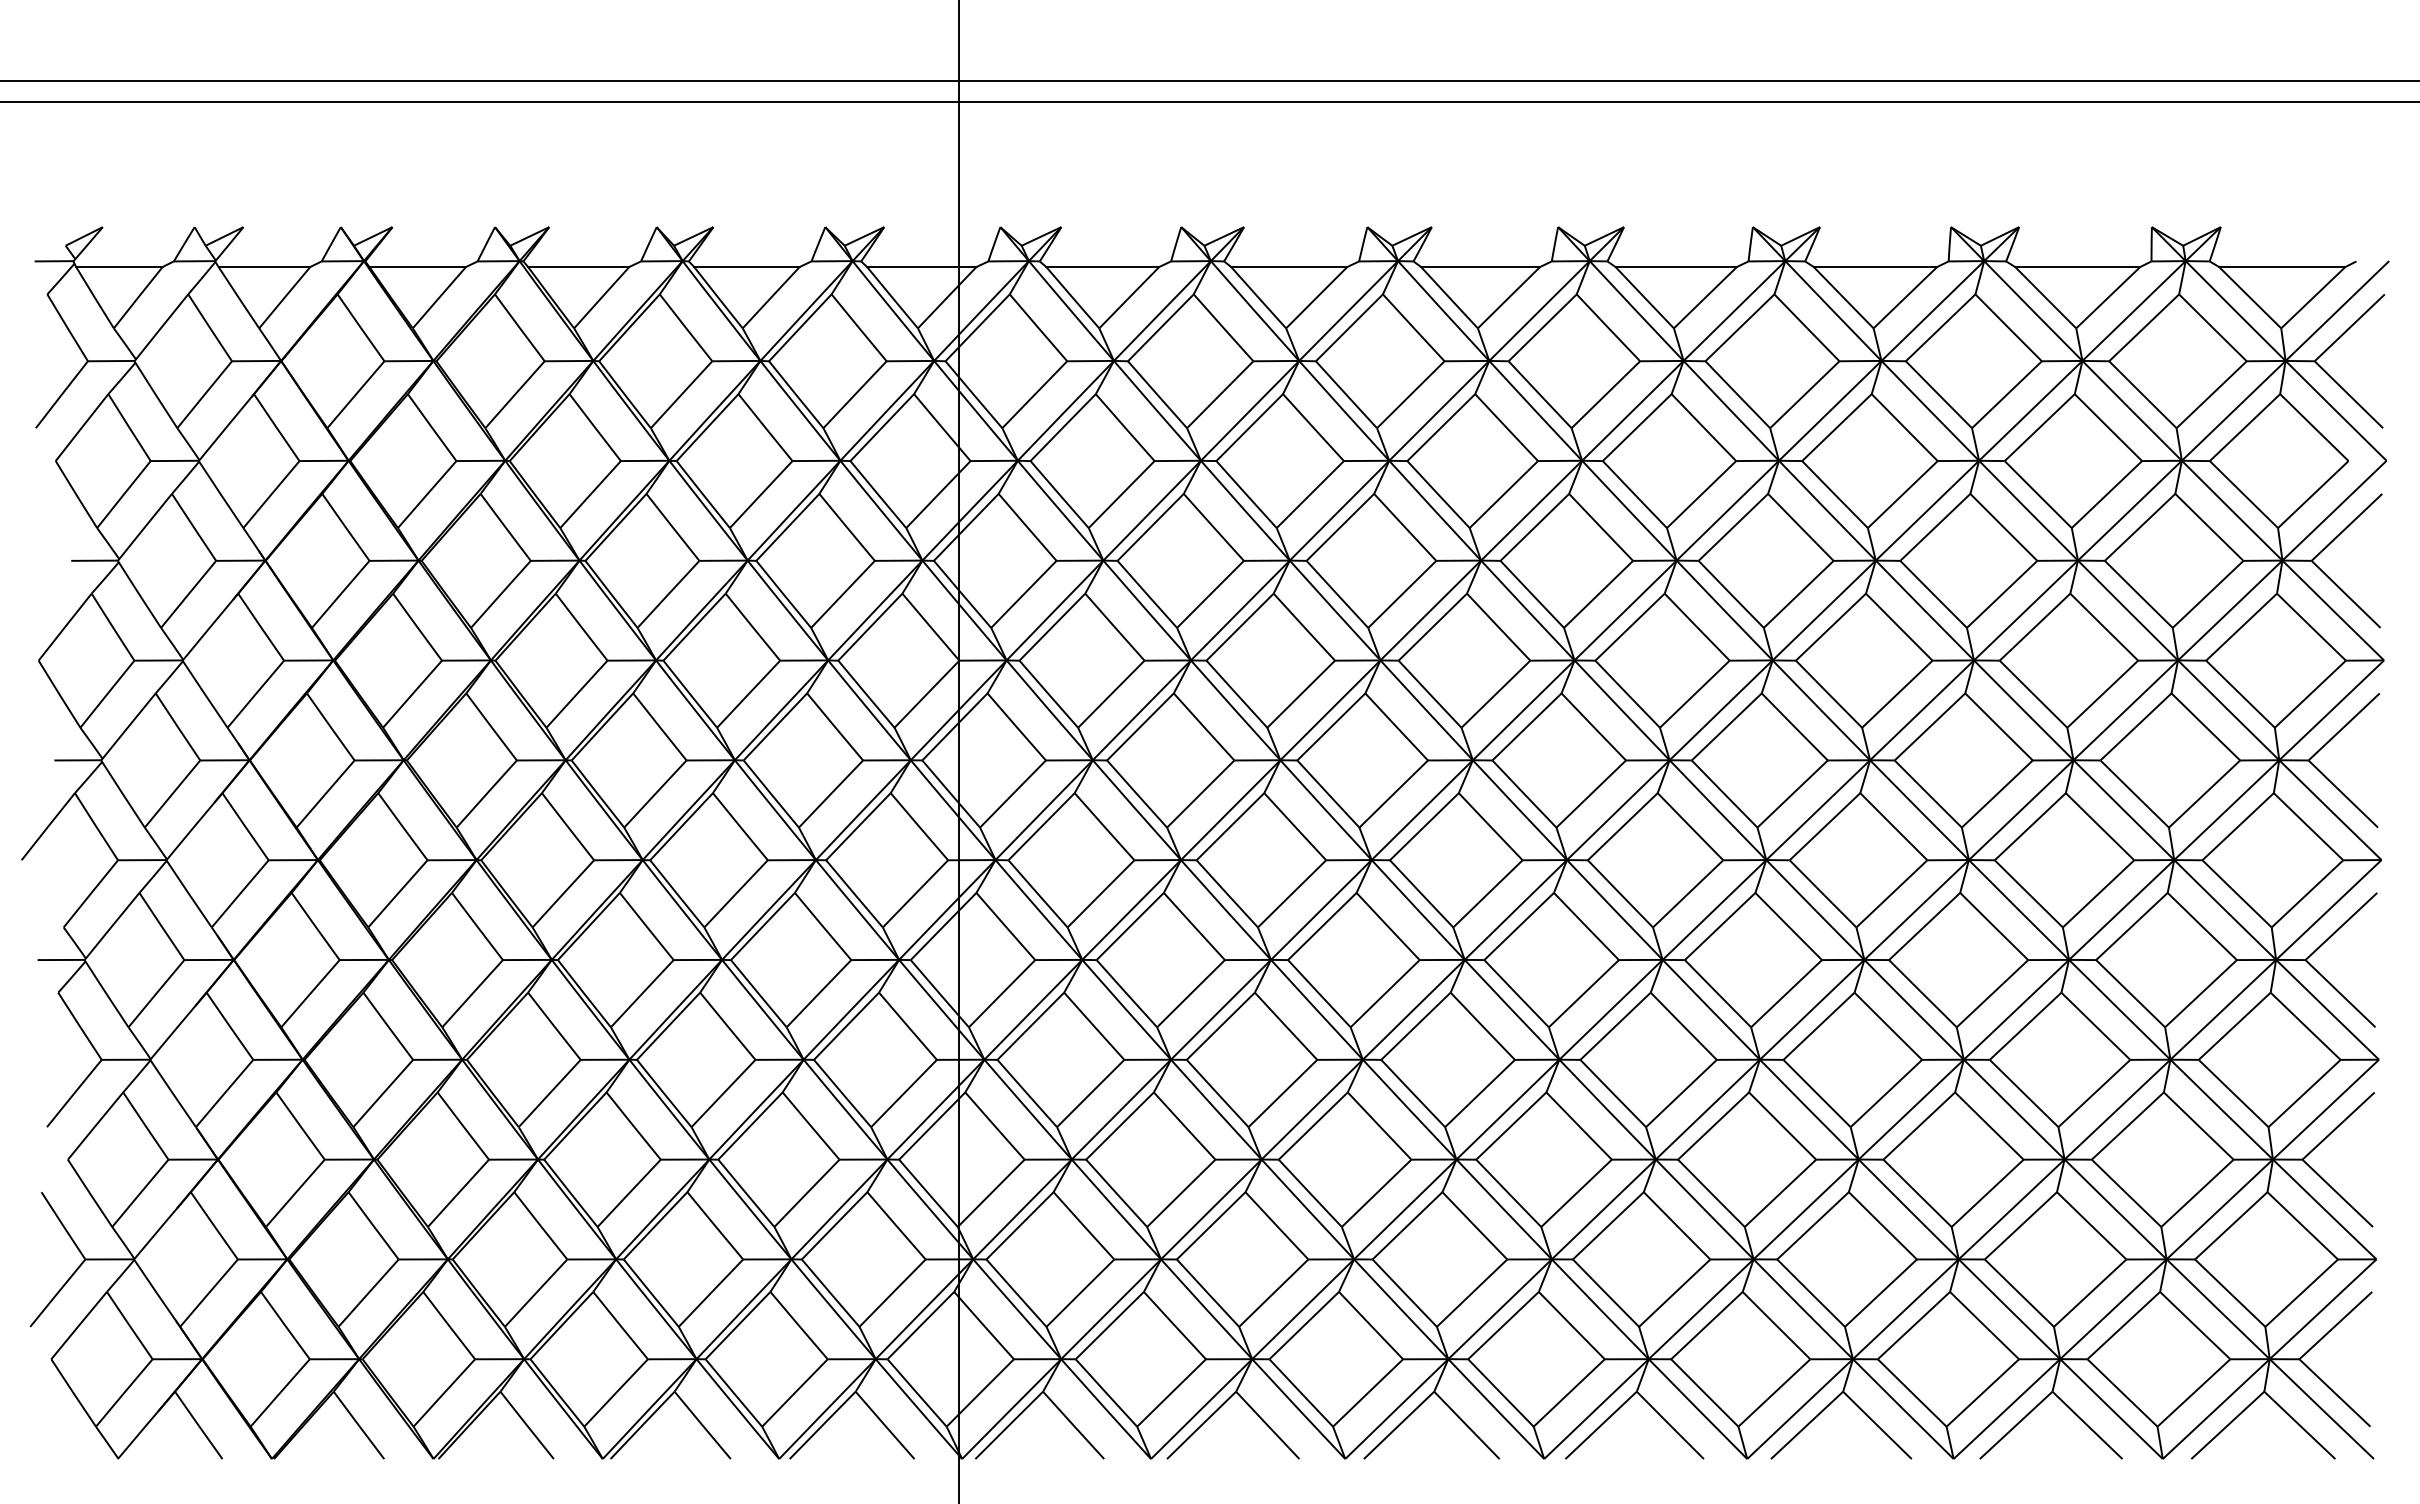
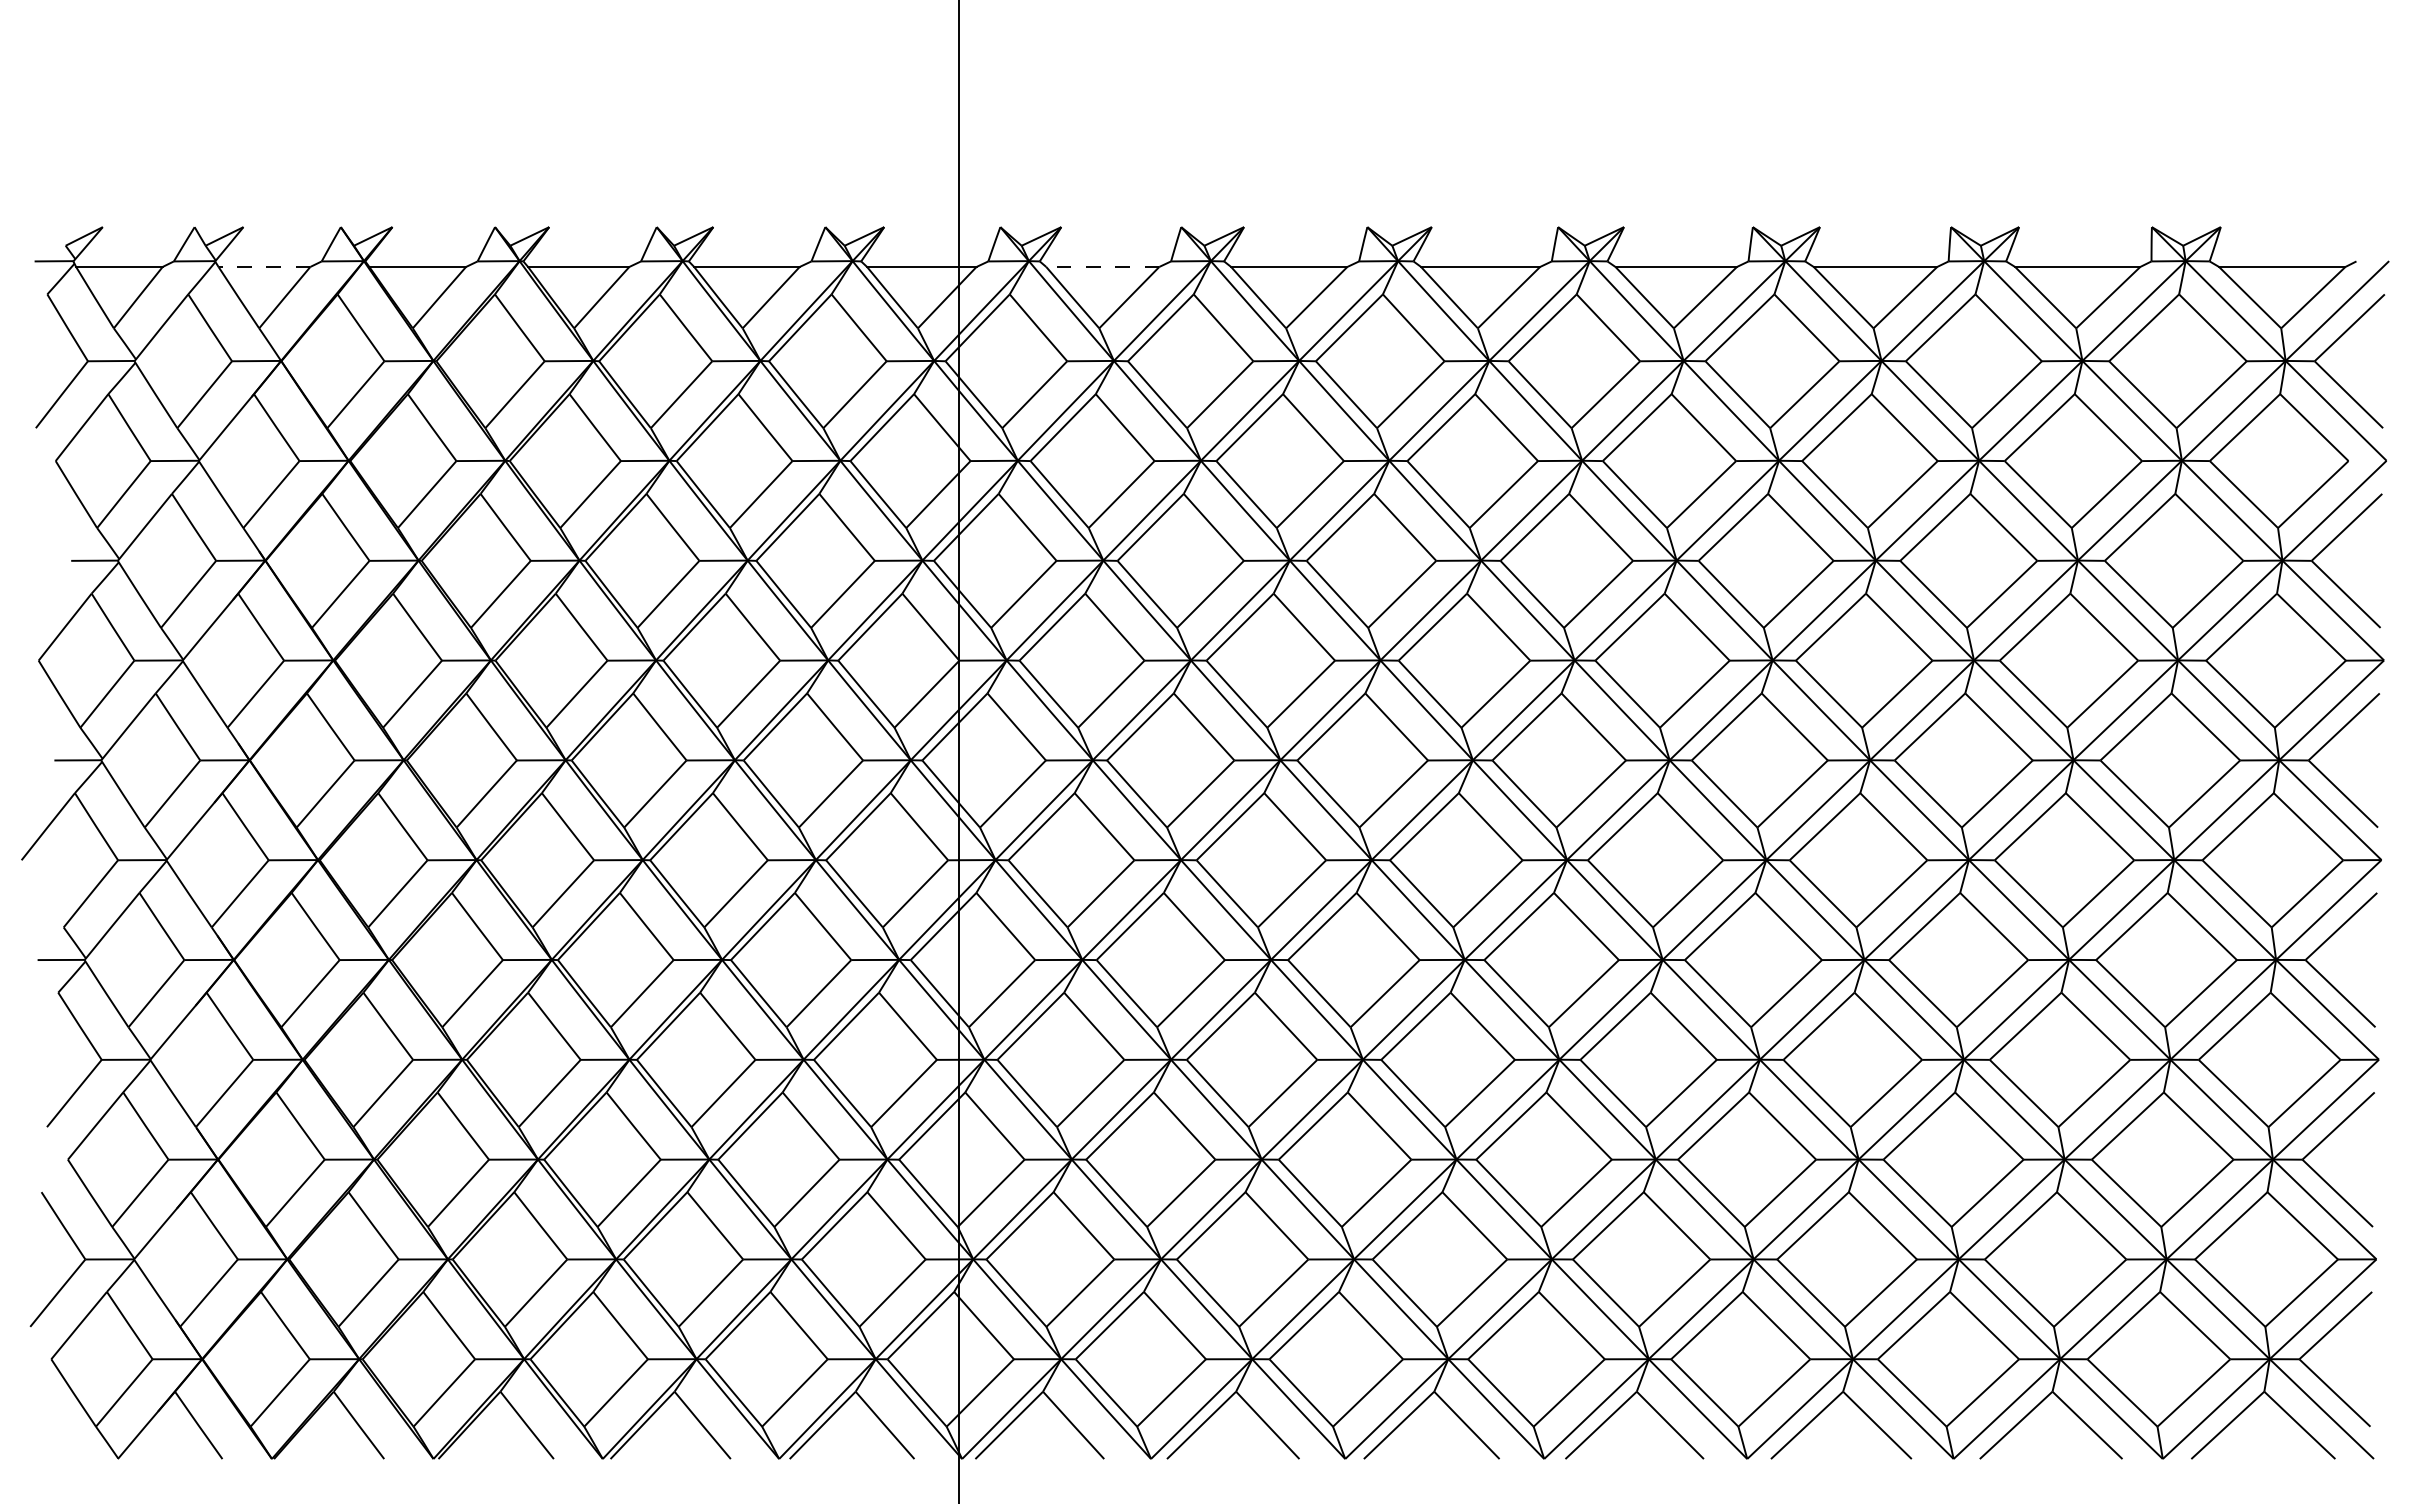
line at (1209, 80): present -> none
line at (1209, 101): present -> none
line at (264, 266): solid -> dashed
line at (1102, 266): solid -> dashed
